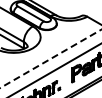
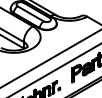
line at (51, 58): dashed -> solid
